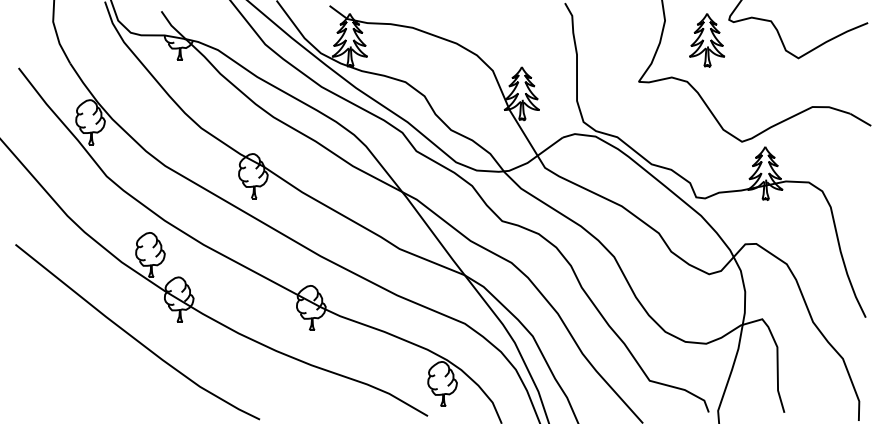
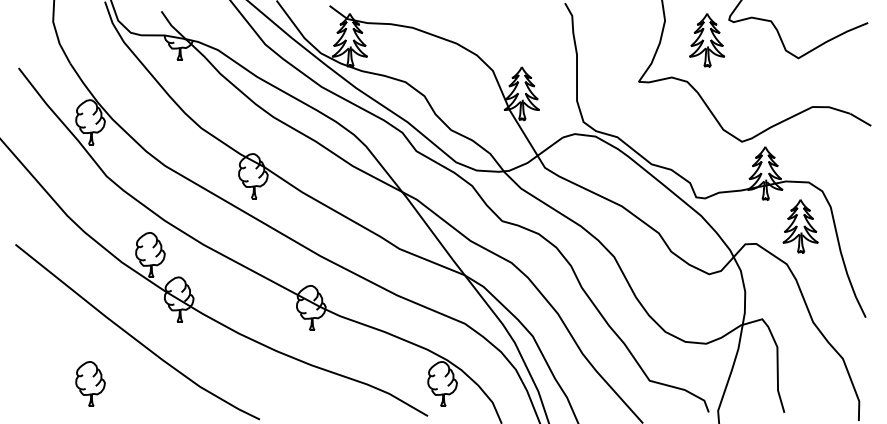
part at (800, 226): none -> present
part at (90, 383): none -> present
